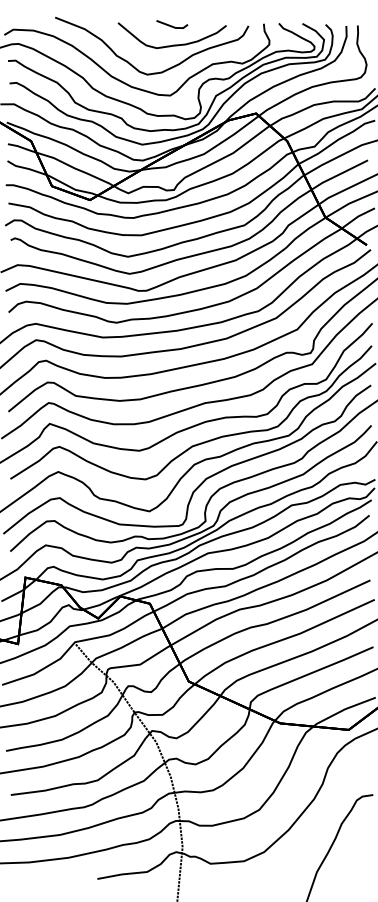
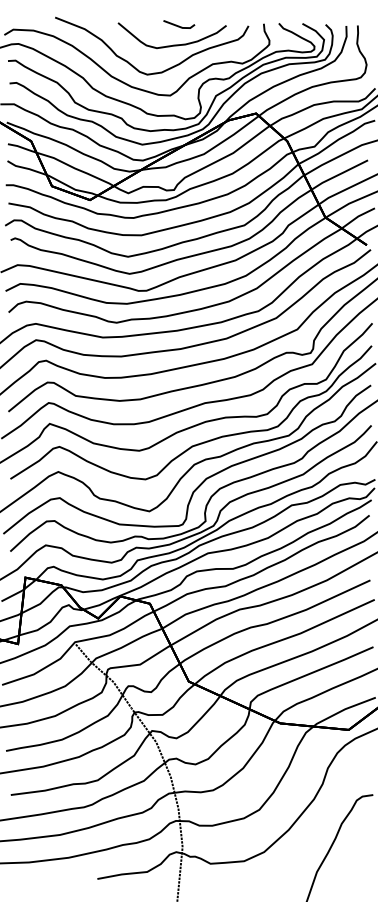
line at (172, 25) position: (172, 25) -> (179, 25)
